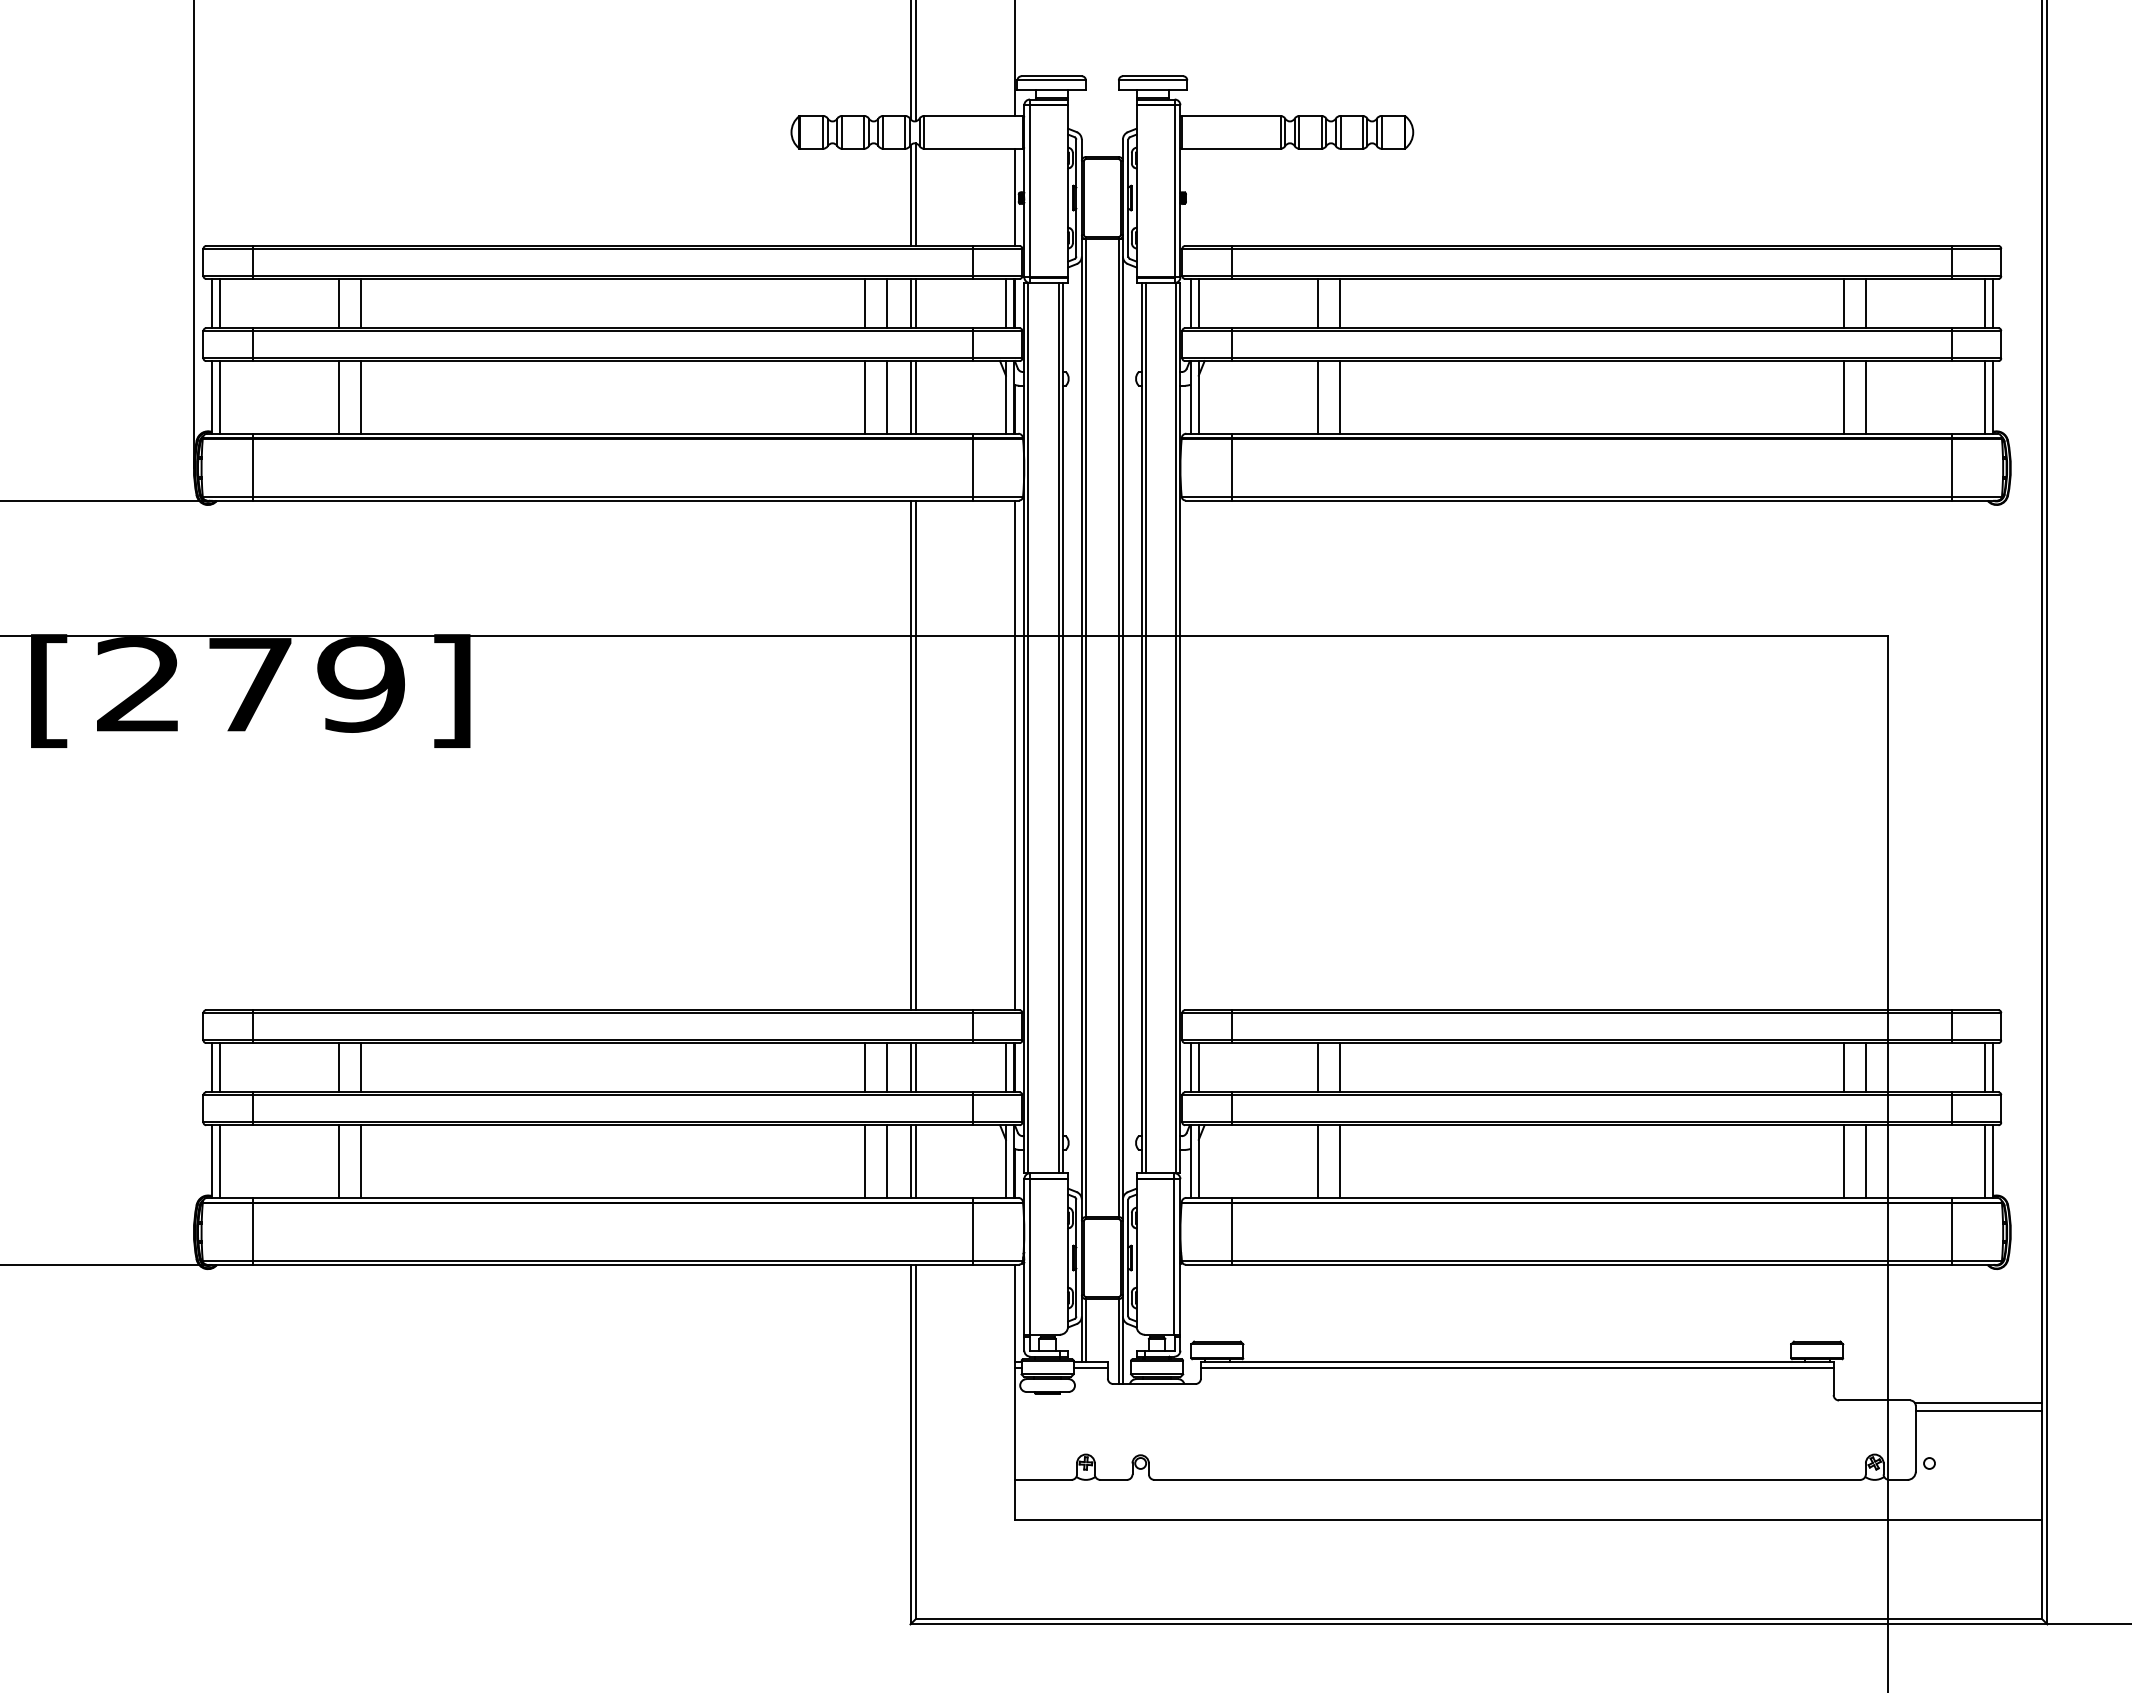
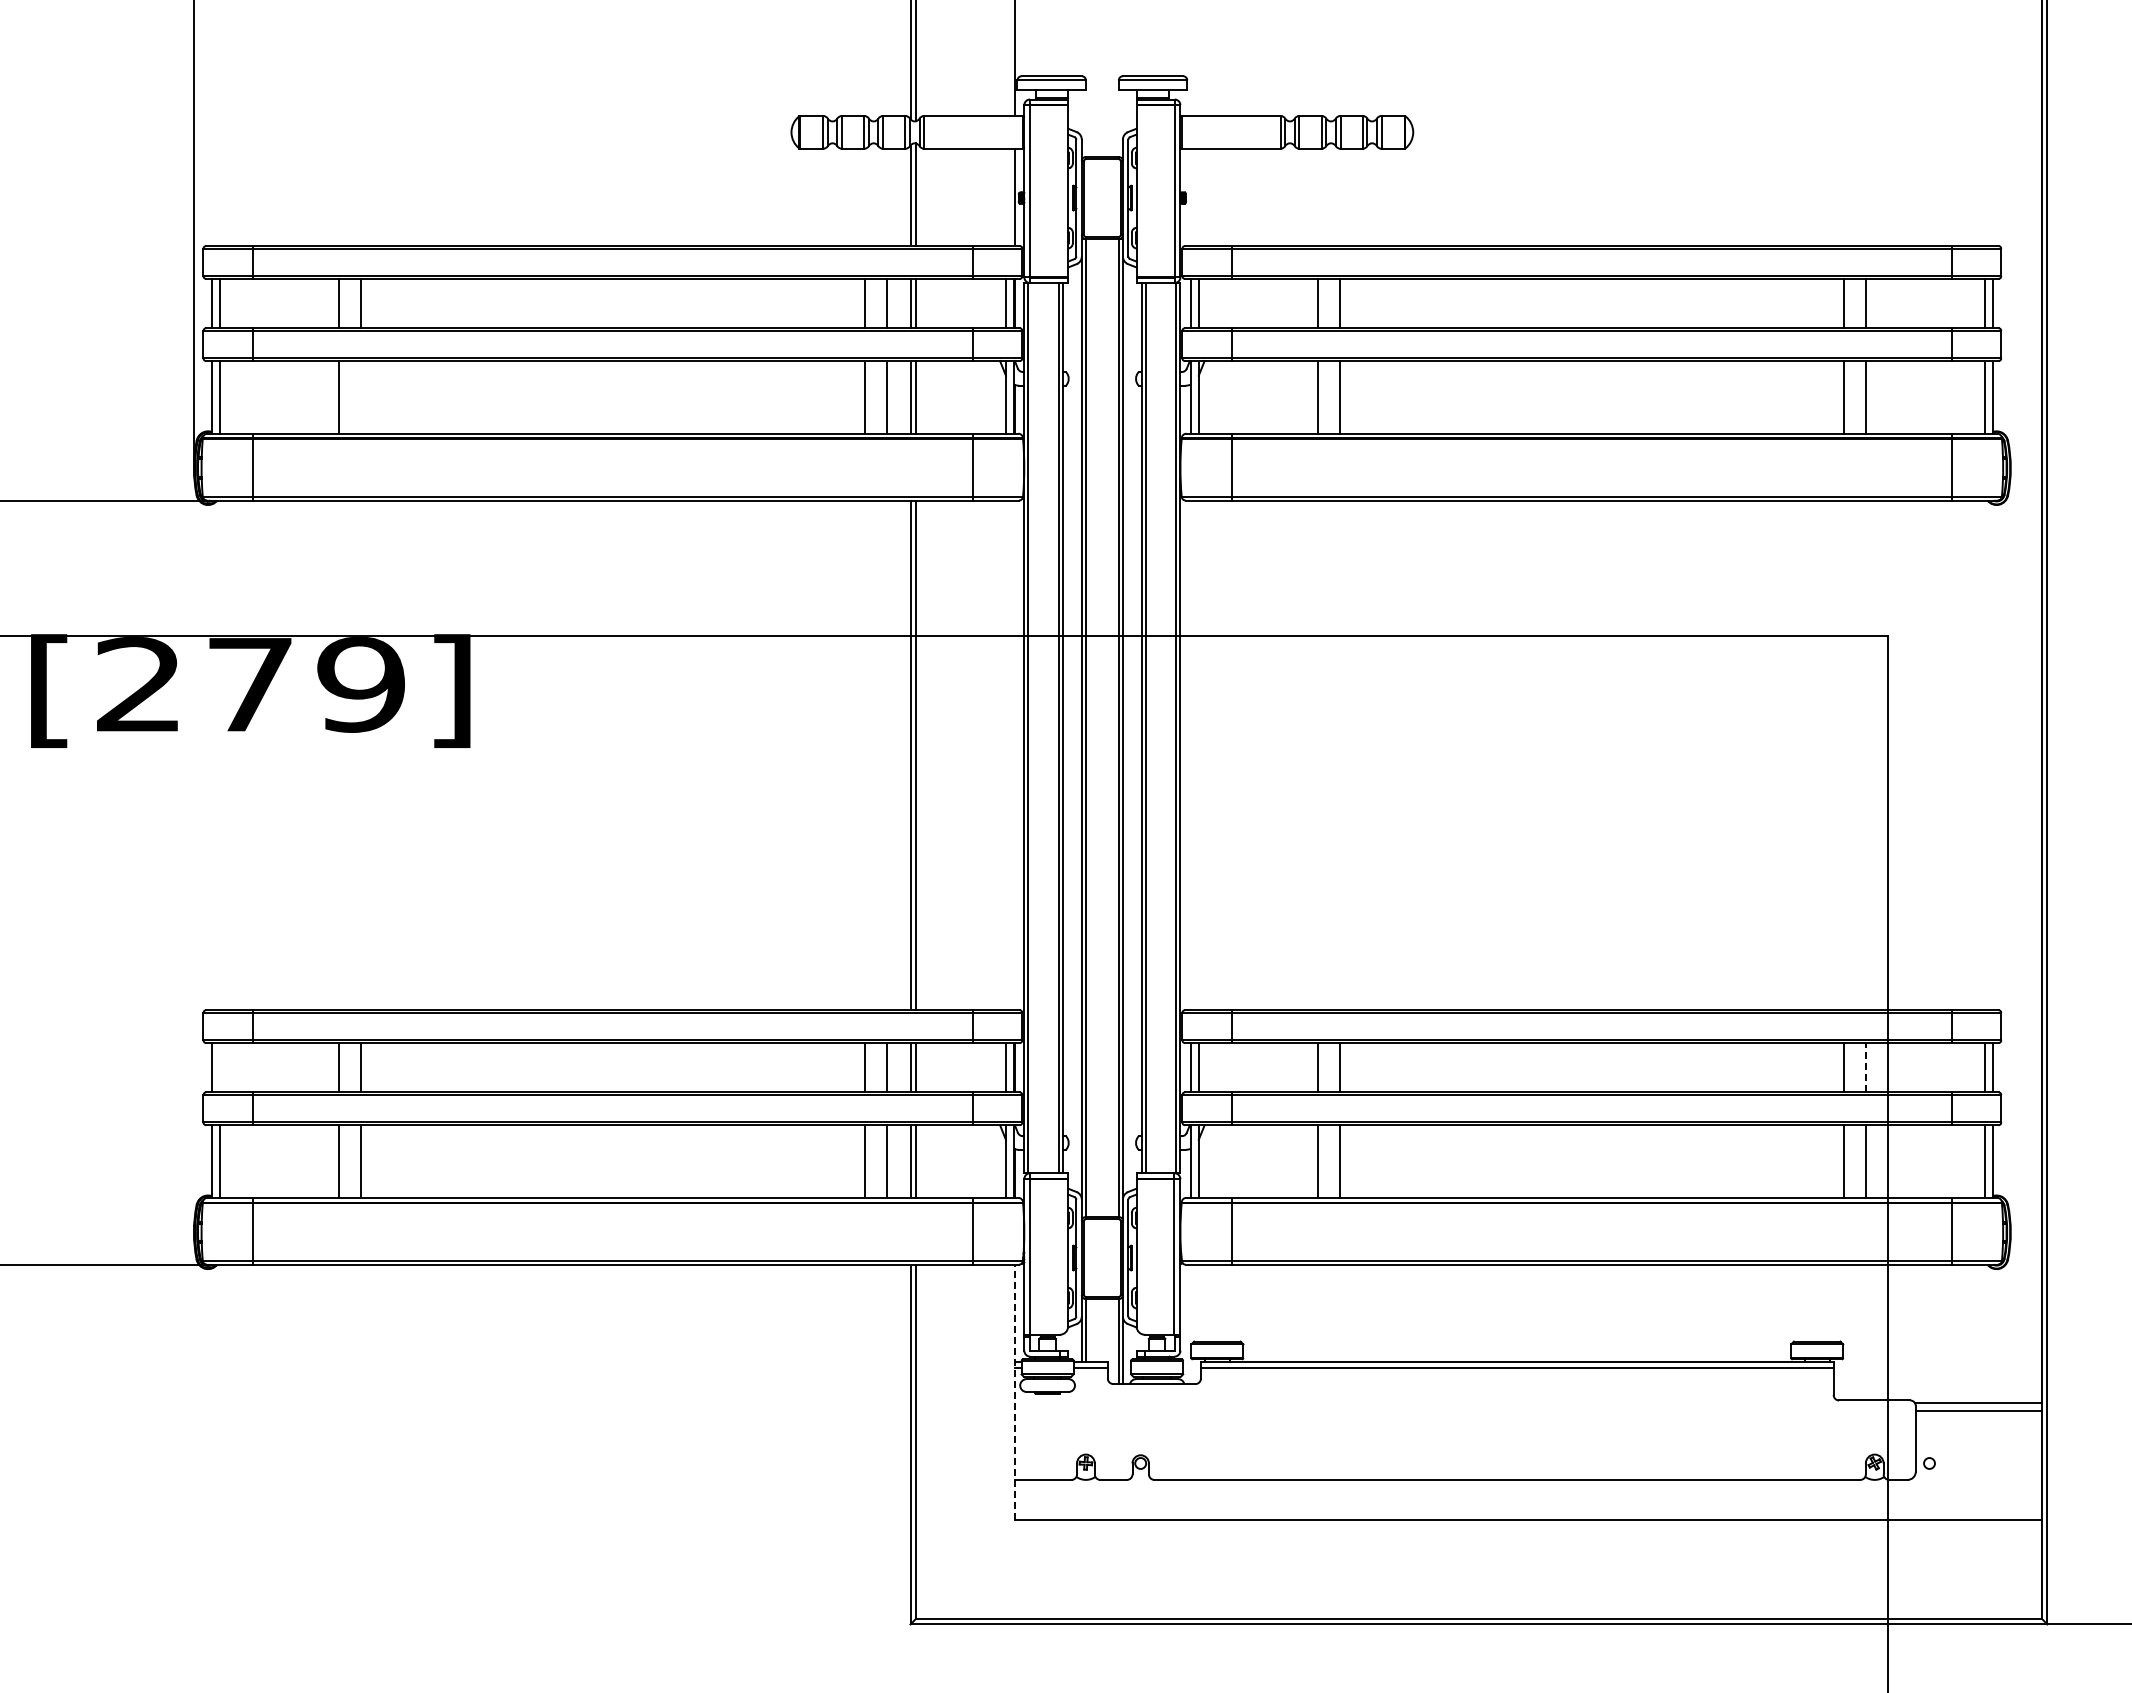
line at (360, 397): present -> none
line at (1014, 755): present -> none
line at (219, 1067): present -> none
line at (1865, 1067): solid -> dashed
line at (1014, 1392): solid -> dashed
